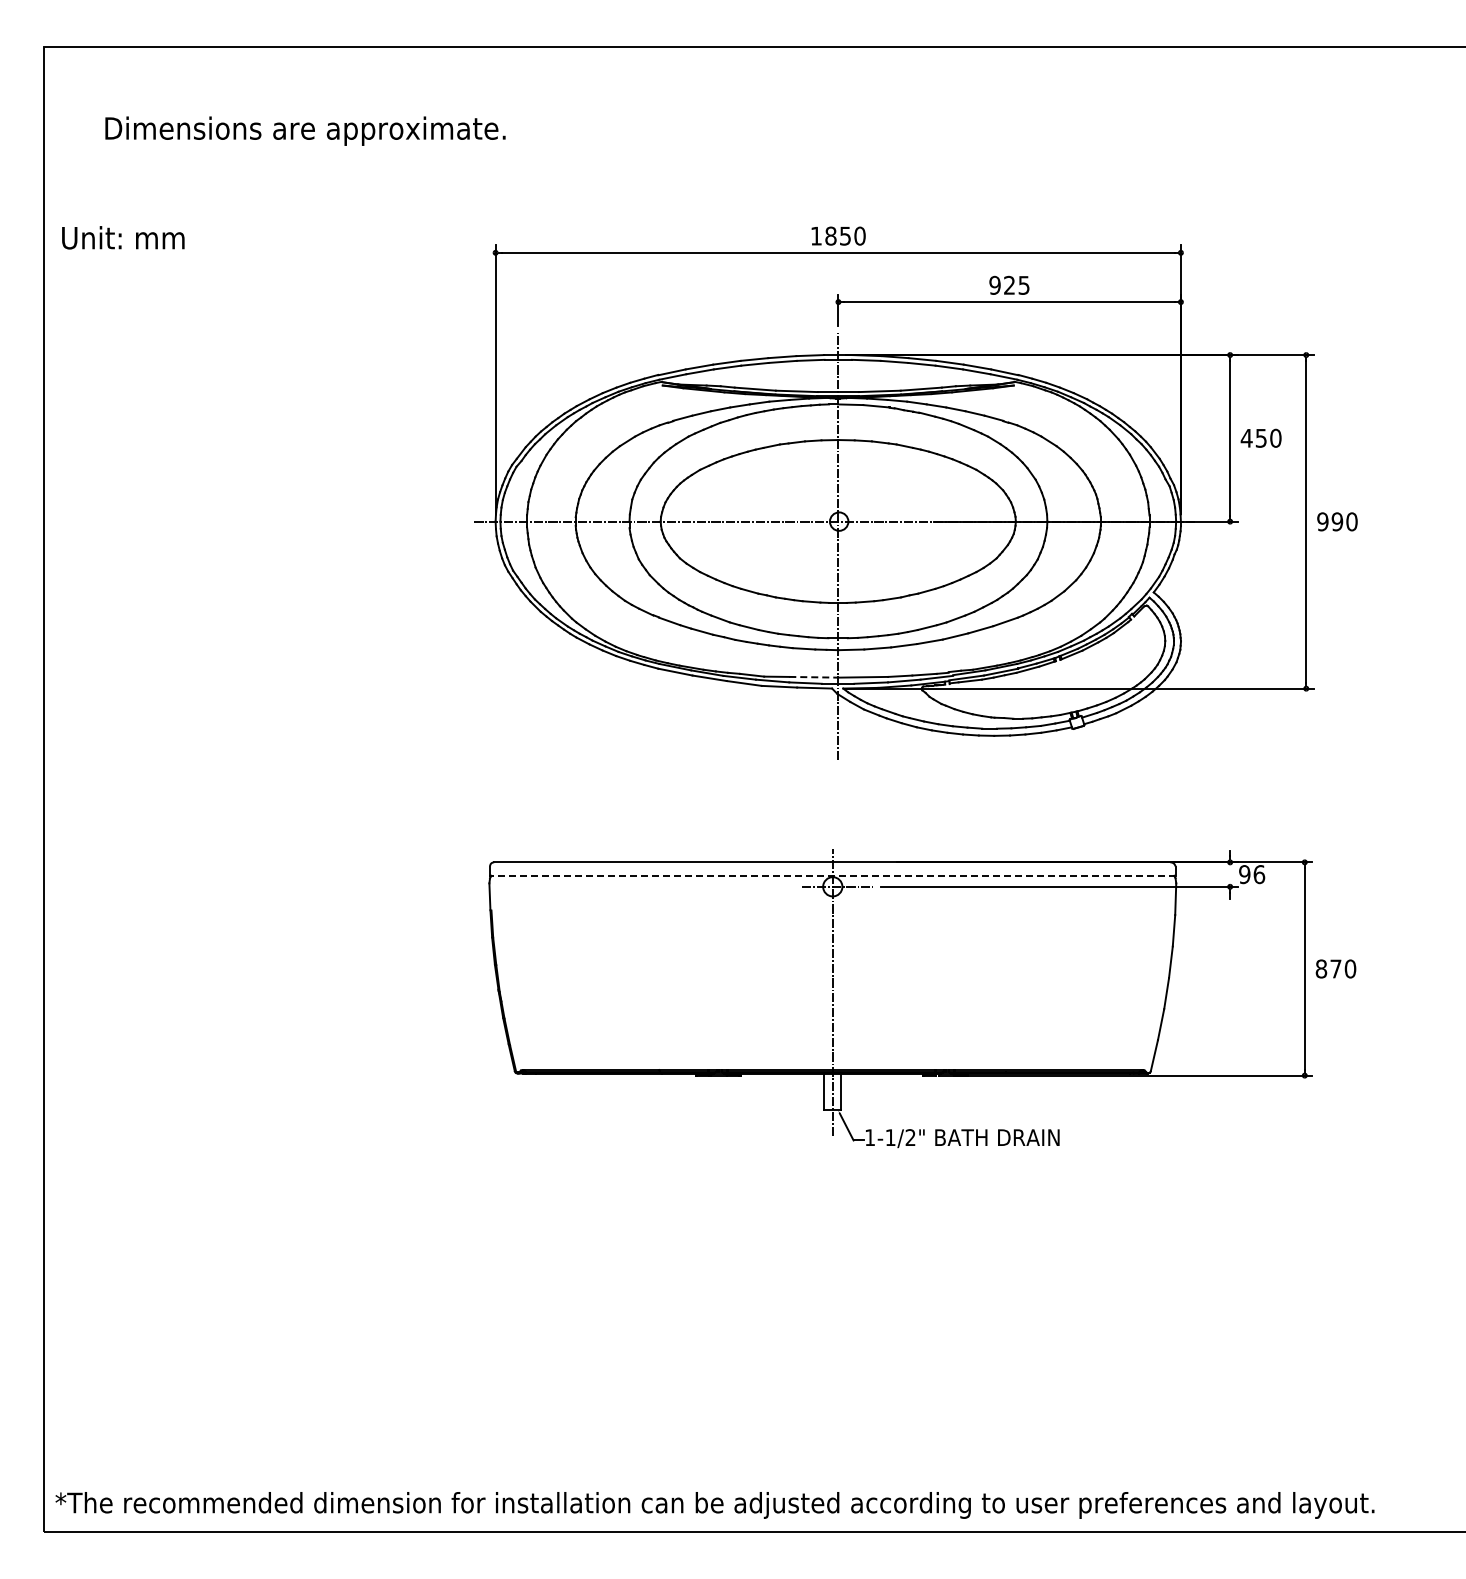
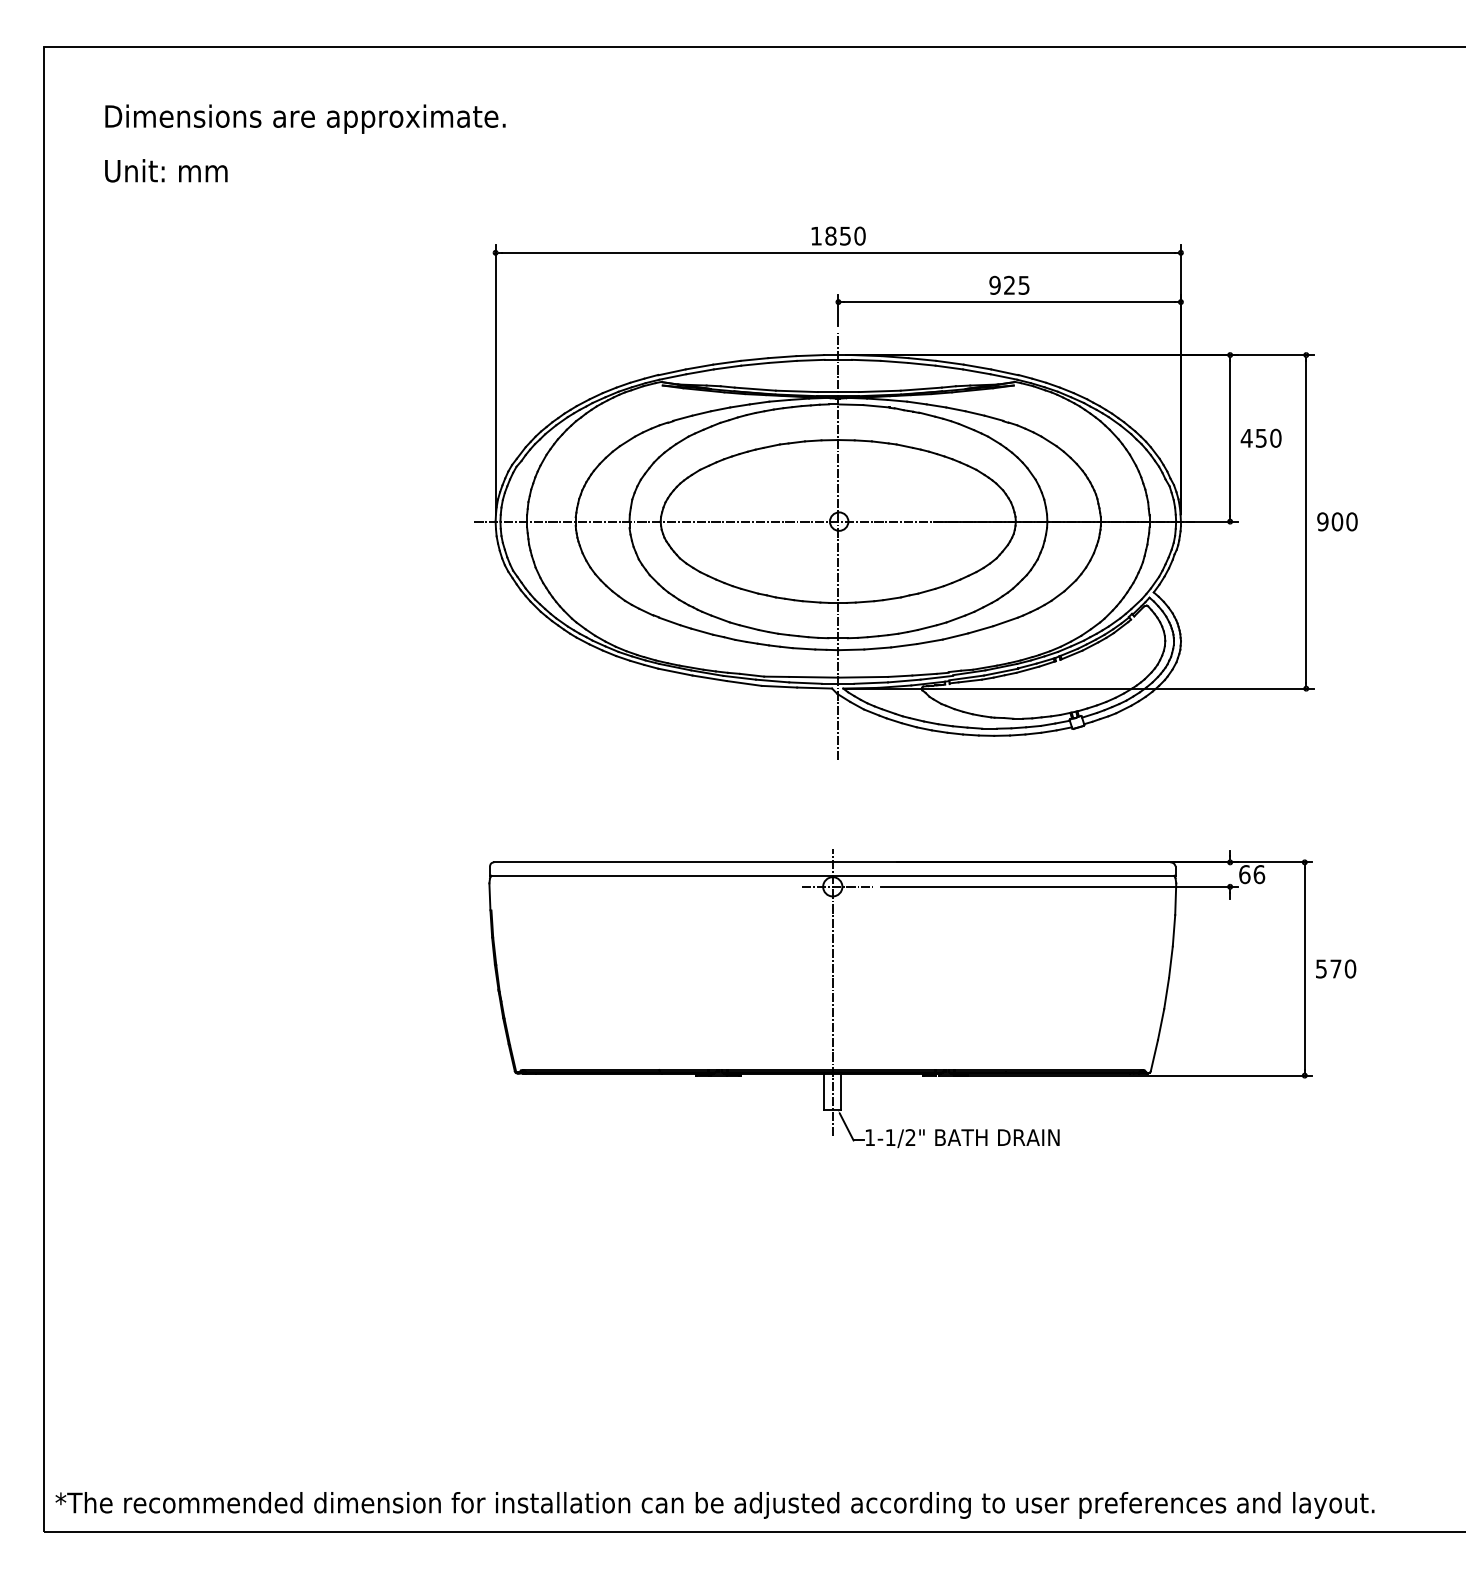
text at (305, 130) position: (305, 130) -> (305, 118)
text at (123, 237) position: (123, 237) -> (166, 170)
text at (1337, 521): 990 -> 900
line at (813, 677): dashed -> solid
text at (1244, 874): 96 -> 66
line at (833, 875): dashed -> solid
text at (1321, 968): 870 -> 570
